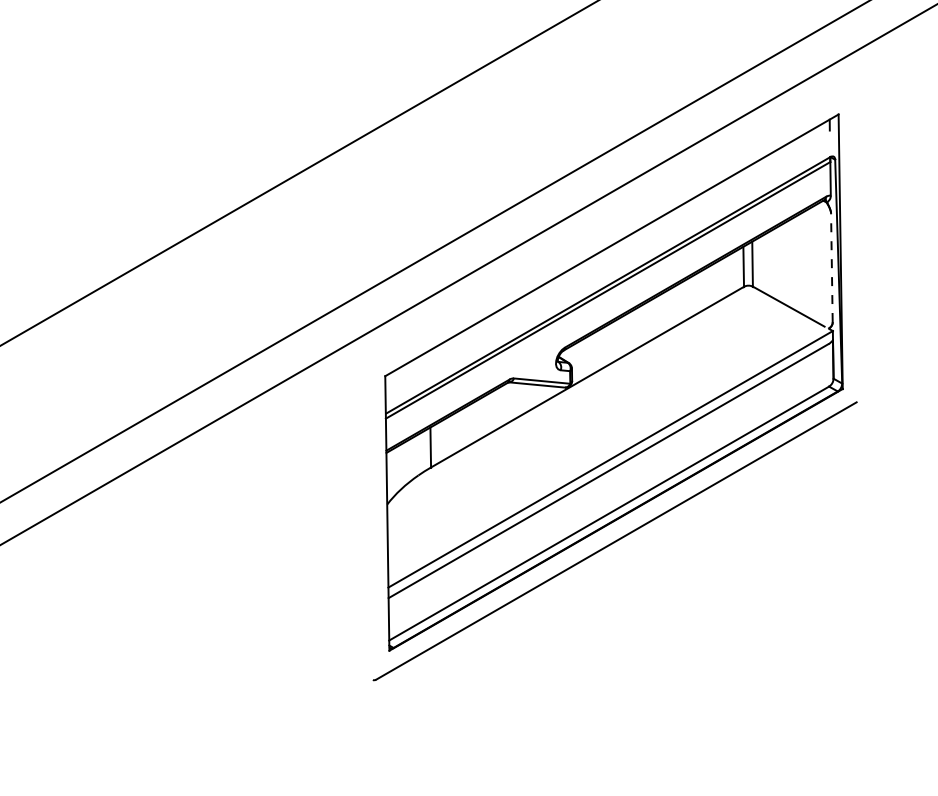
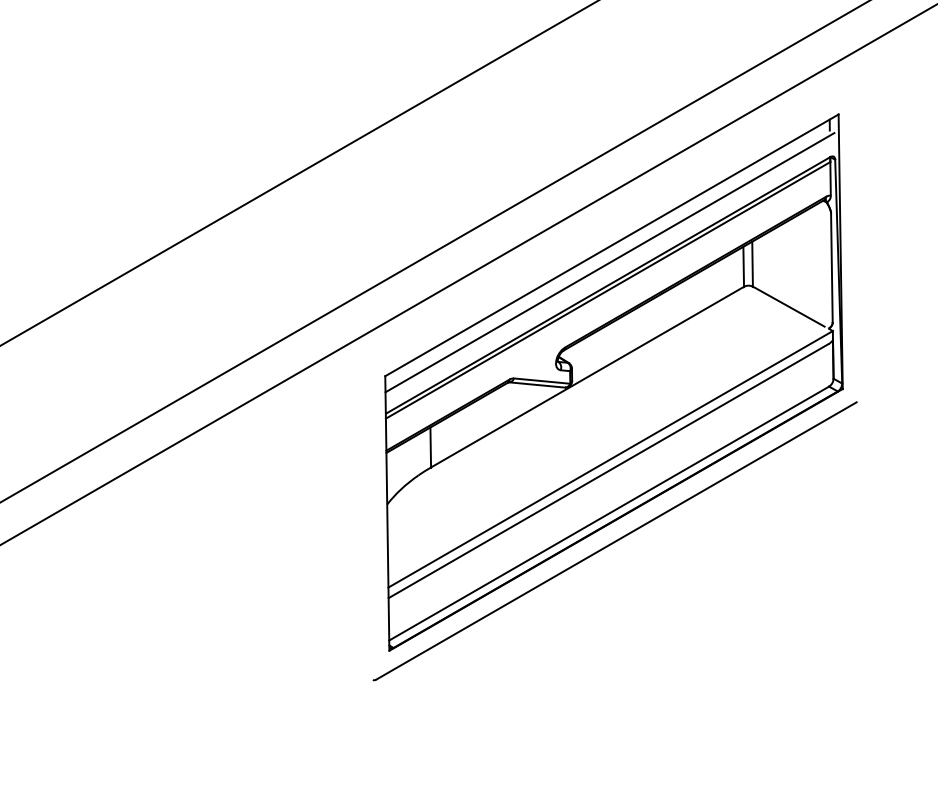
line at (609, 262): none -> present
line at (831, 267): dashed -> solid
